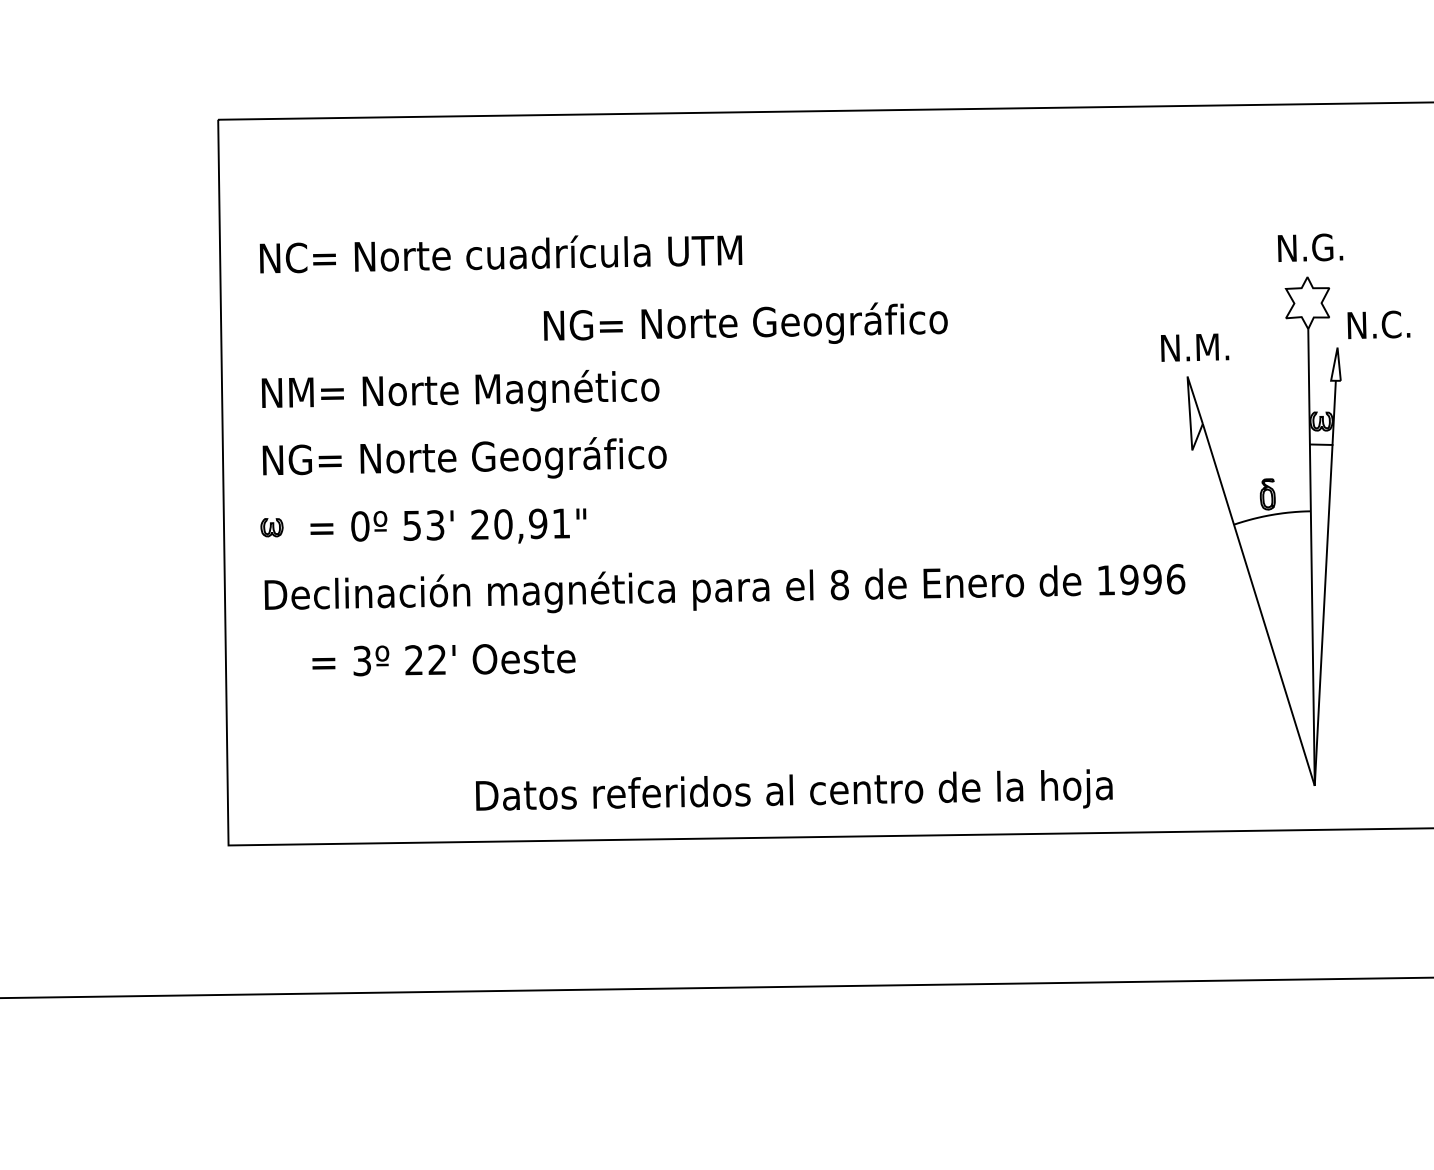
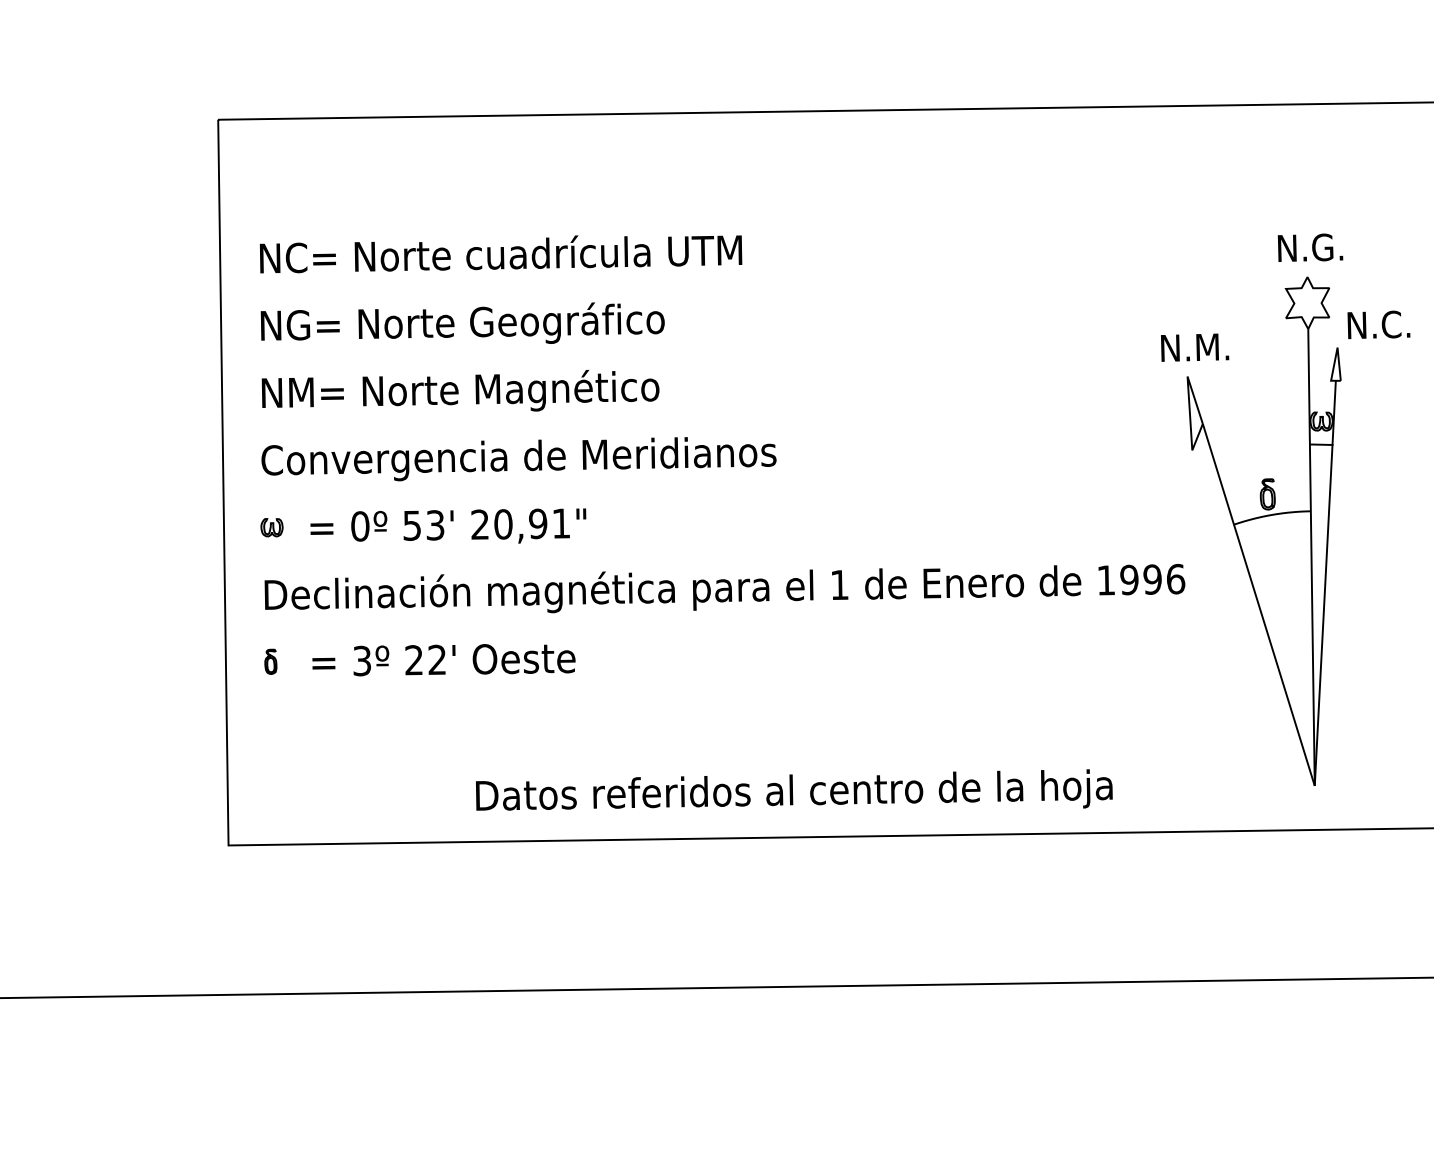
text at (745, 322) position: (745, 322) -> (462, 322)
text at (518, 459): NG= Norte Geográfico -> Convergencia de Meridianos
text at (839, 584): 8 -> 1
part at (270, 661): none -> present
